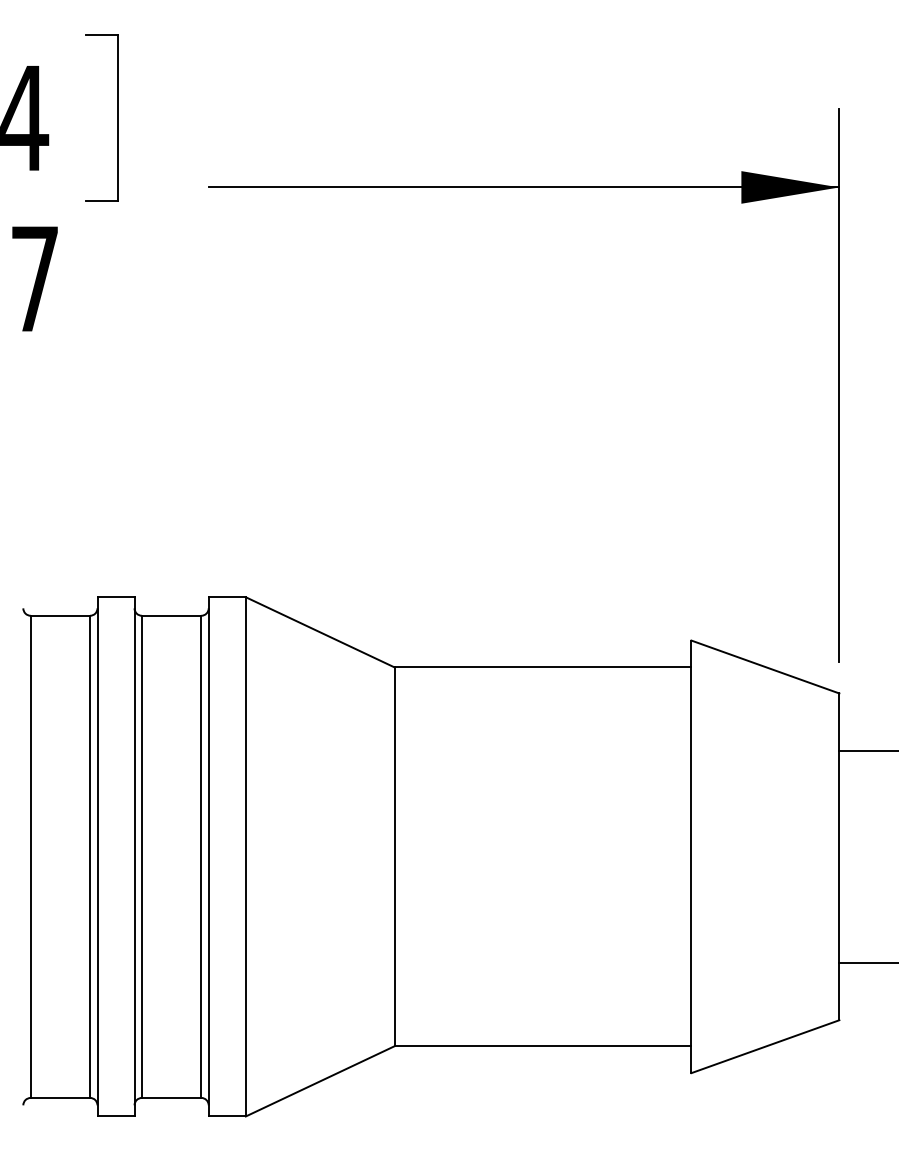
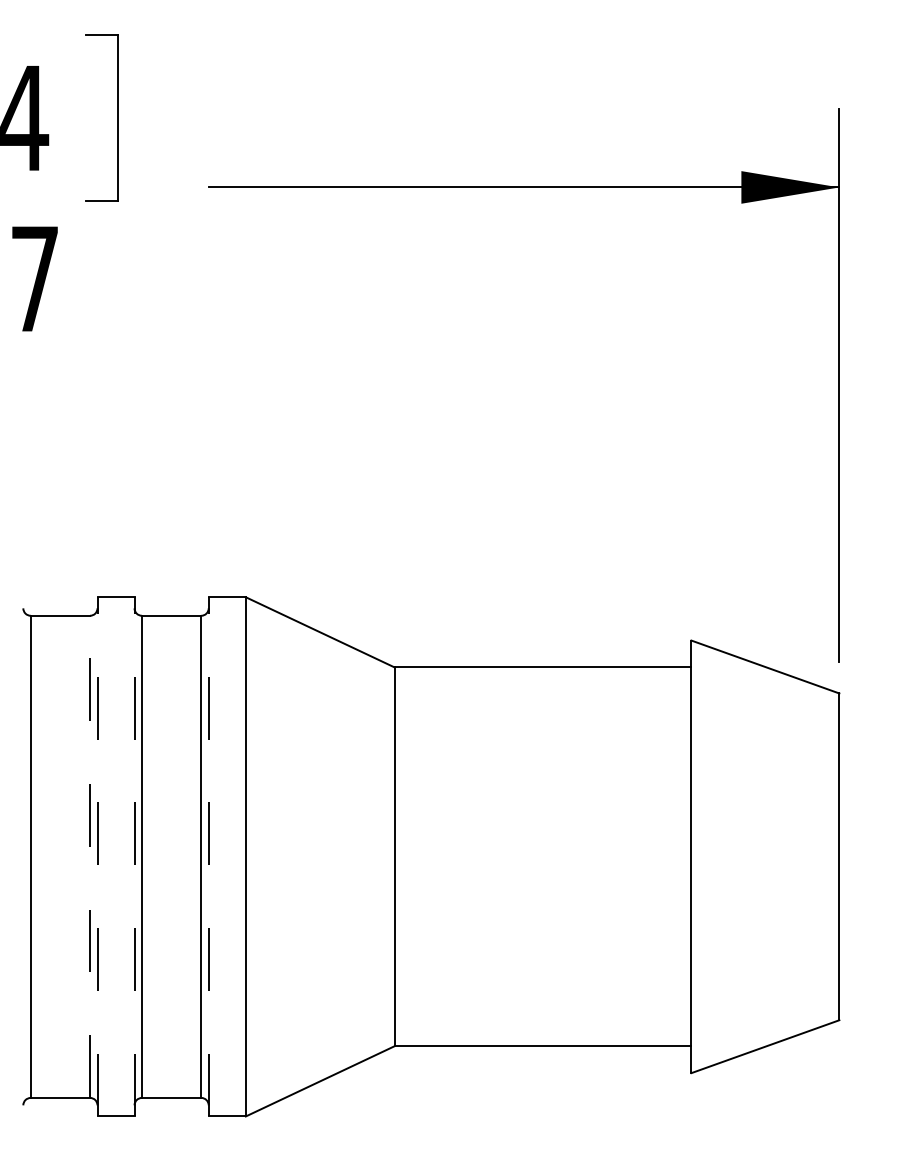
line at (867, 750): present -> none
line at (90, 856): solid -> dashed
line at (97, 856): solid -> dashed
line at (134, 856): solid -> dashed
line at (208, 856): solid -> dashed
line at (867, 962): present -> none
